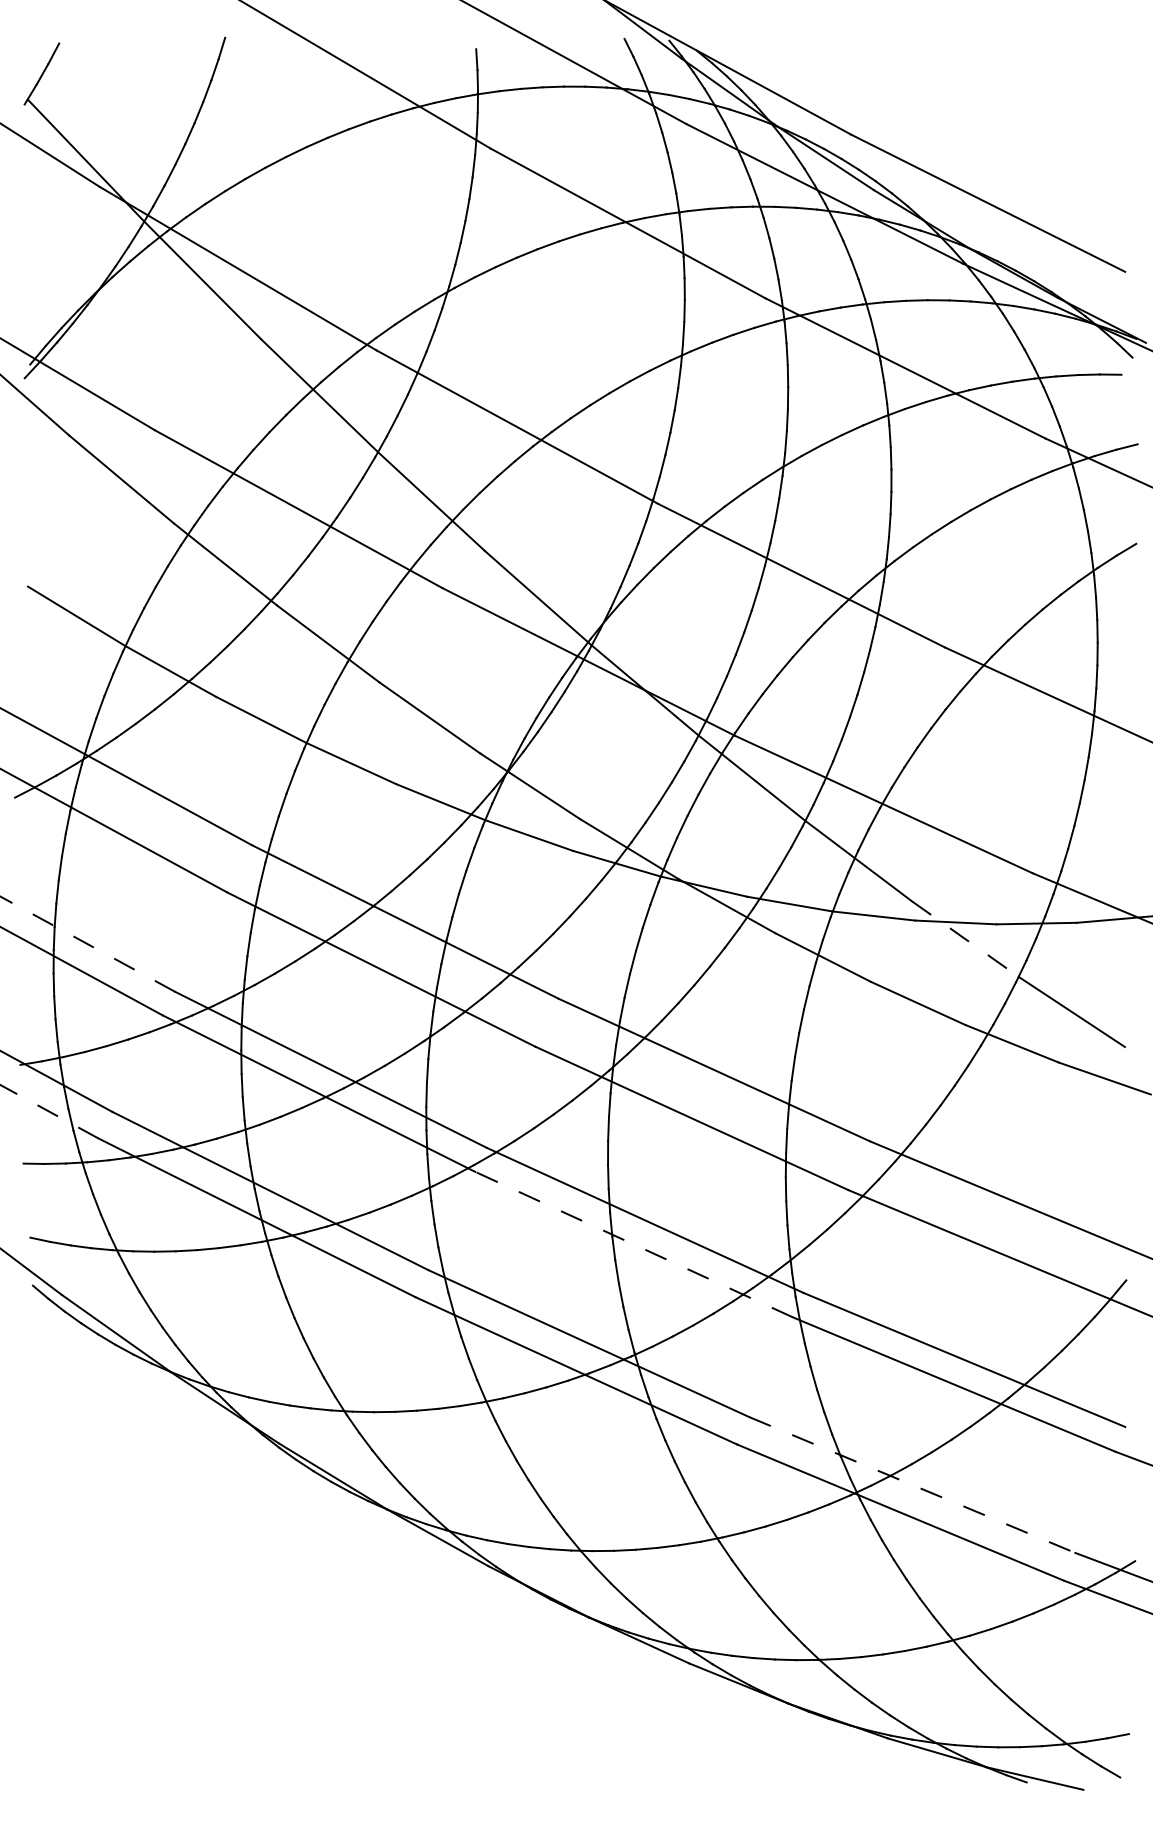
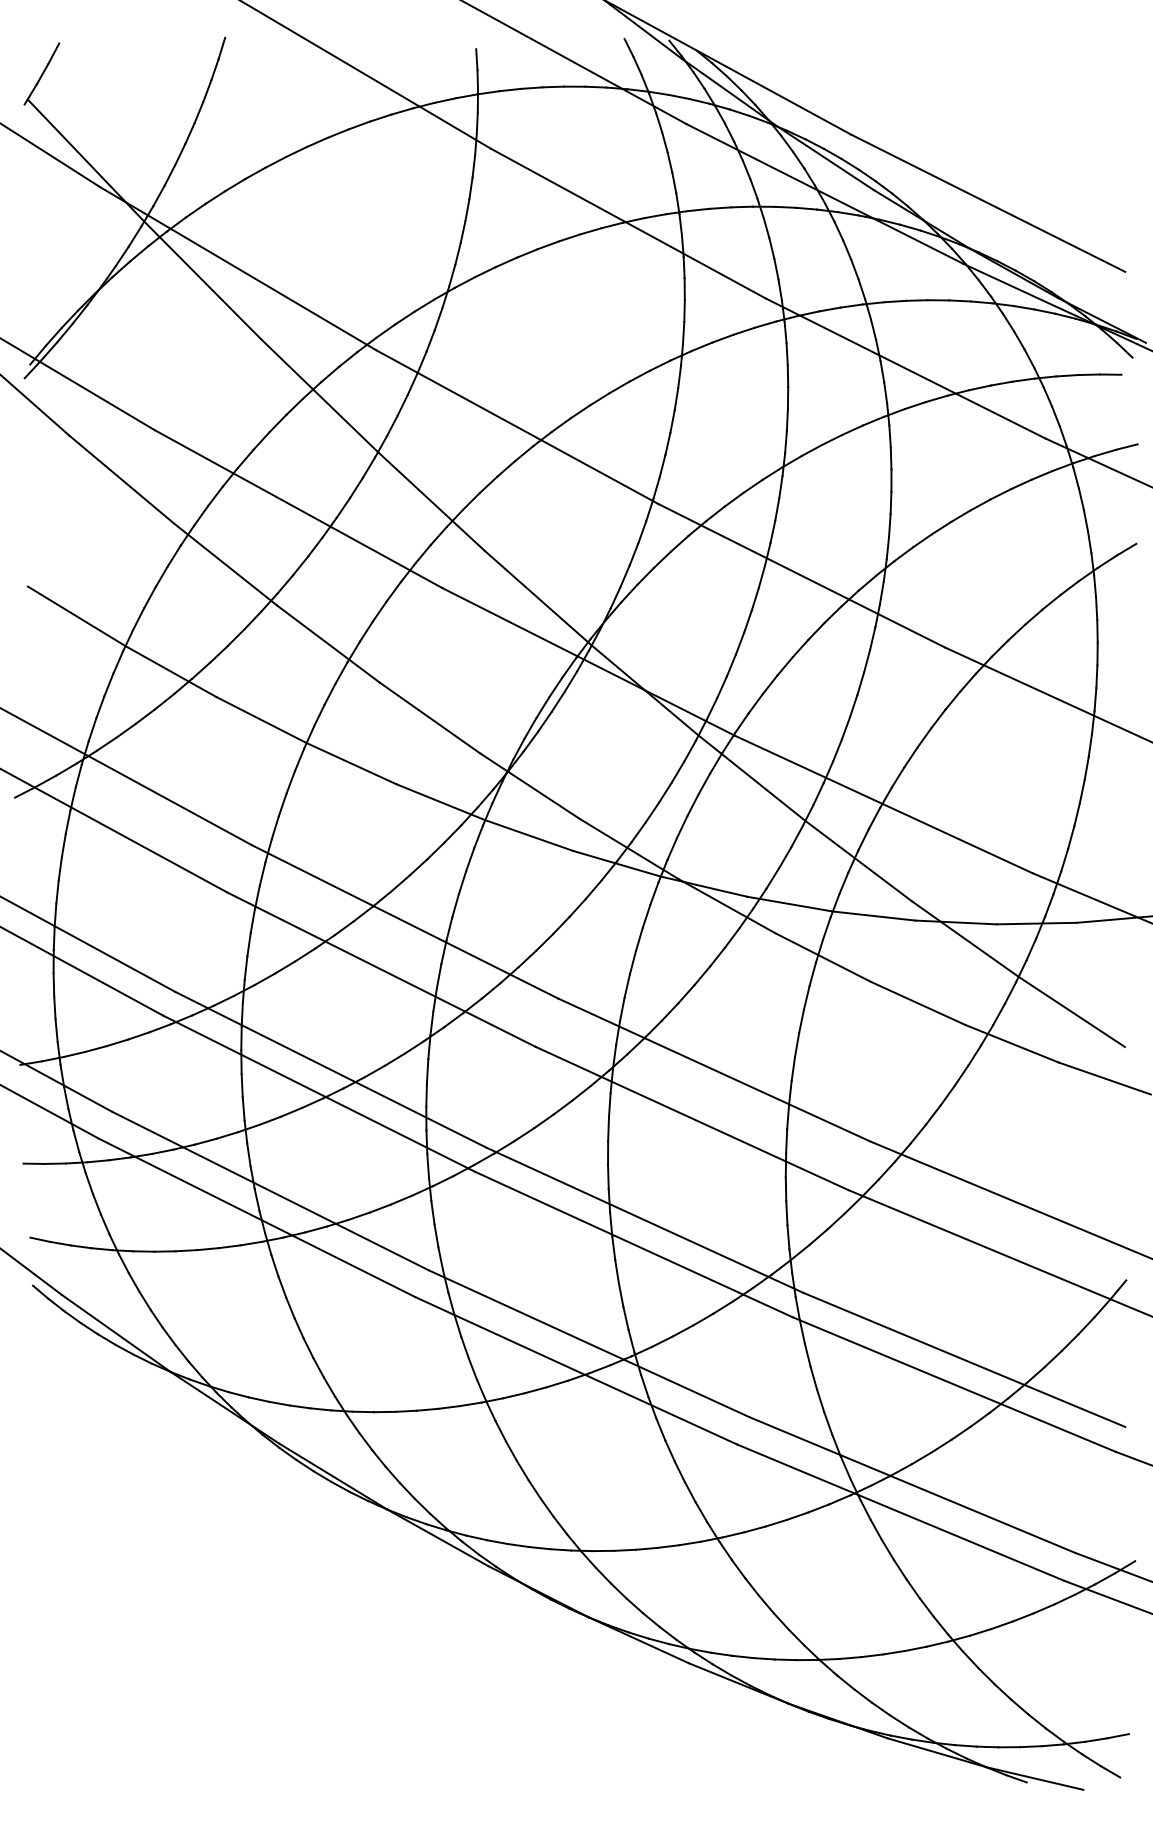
line at (965, 939): dashed -> solid
line at (87, 944): dashed -> solid
line at (49, 1111): dashed -> solid
line at (634, 1244): dashed -> solid
line at (912, 1485): dashed -> solid
